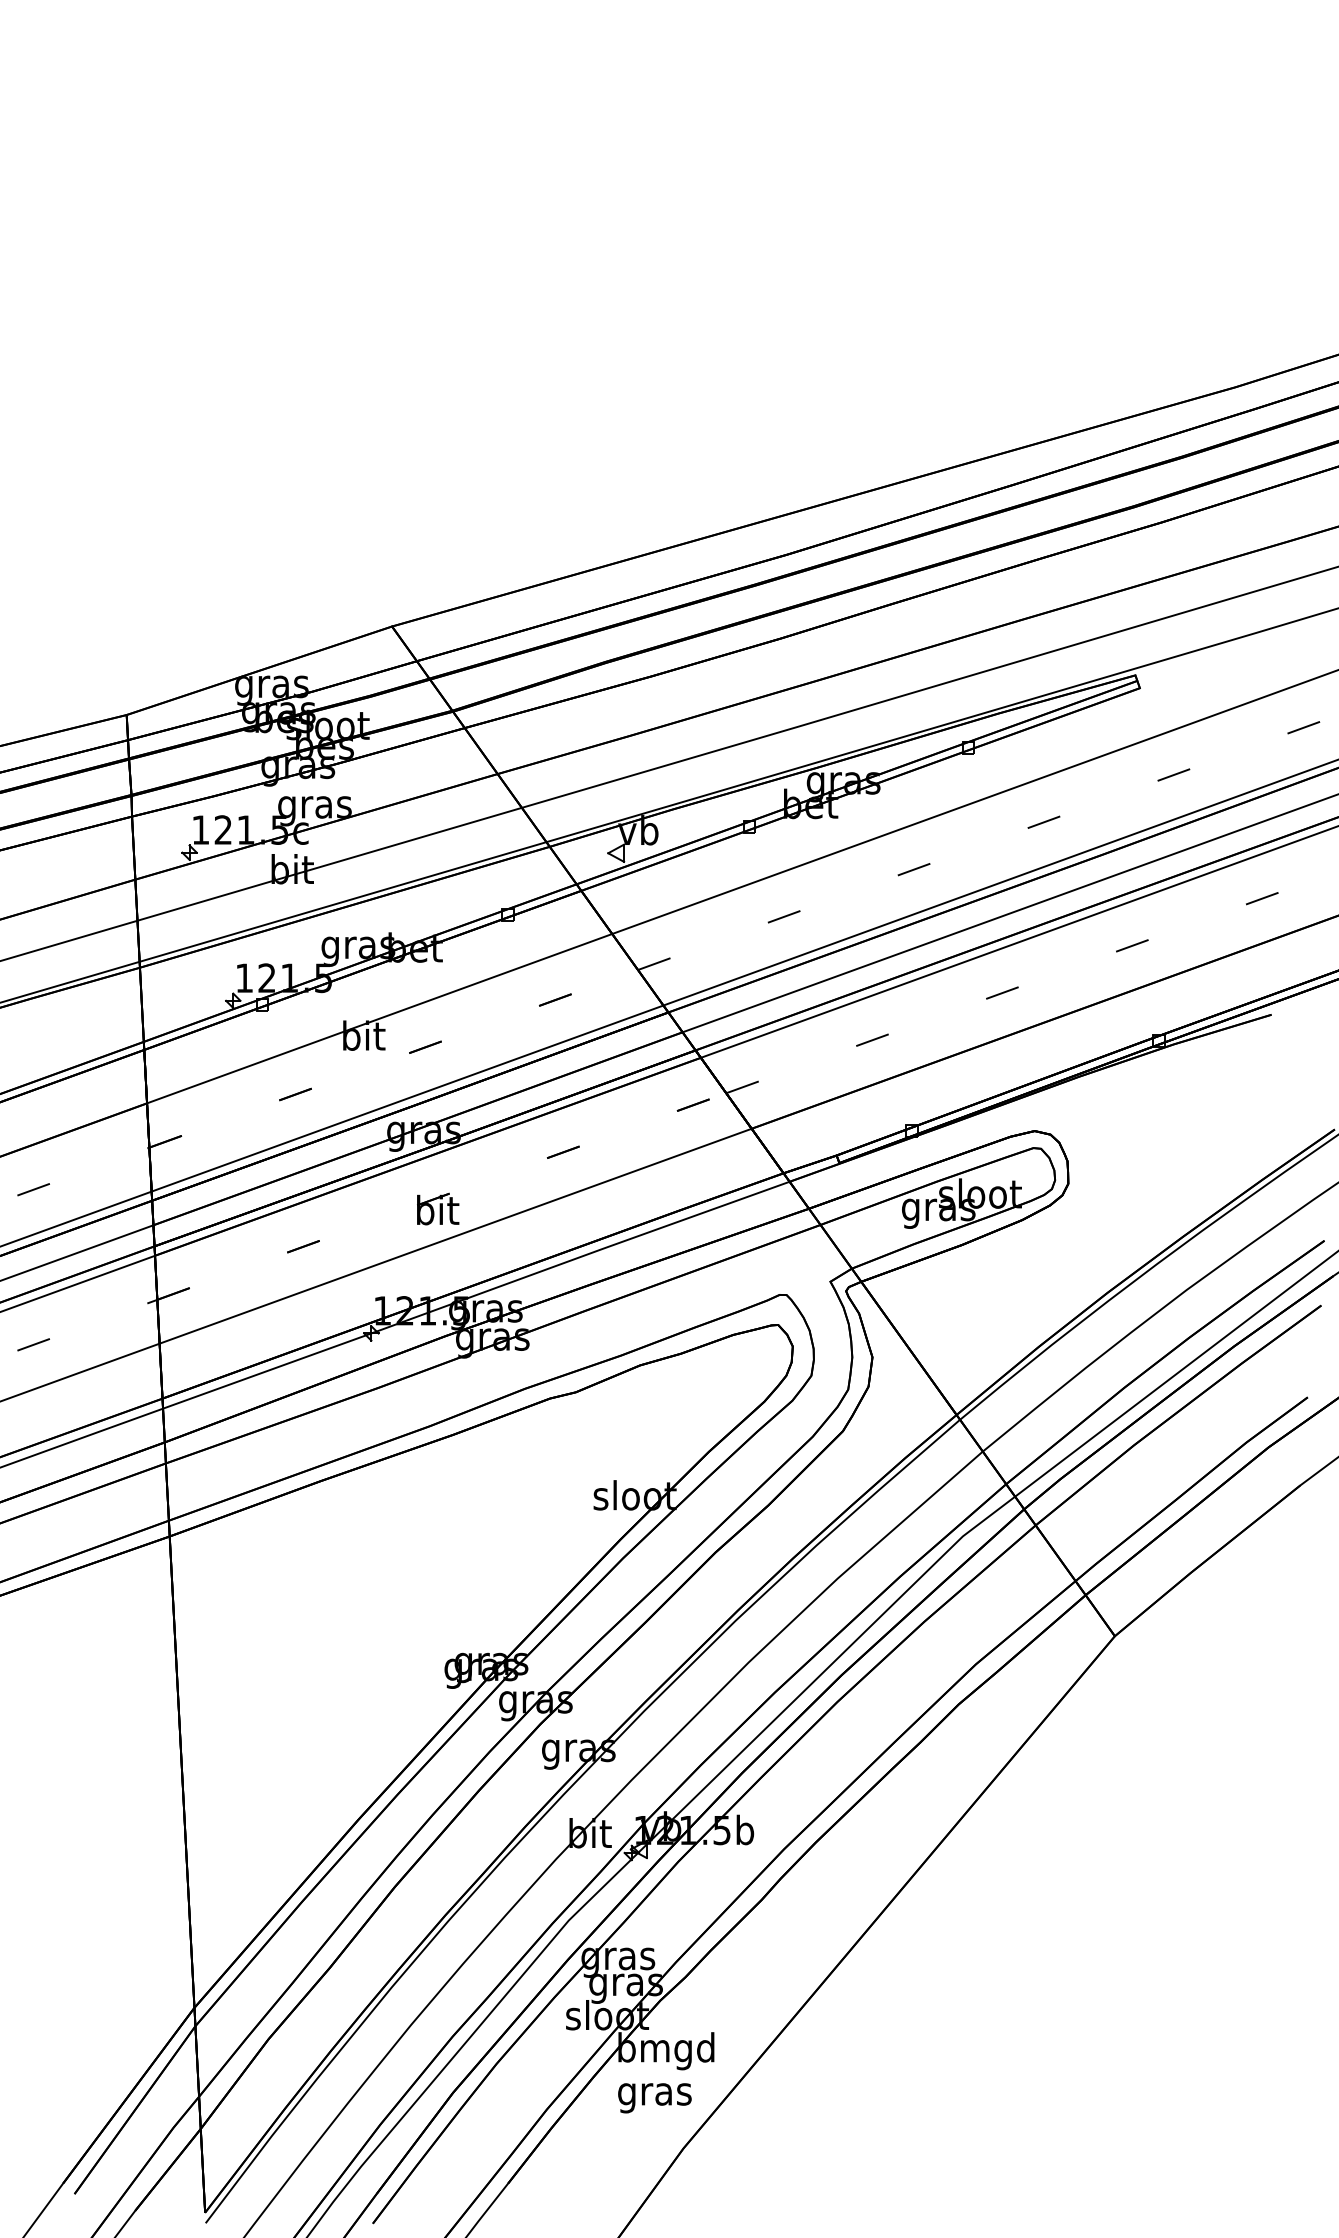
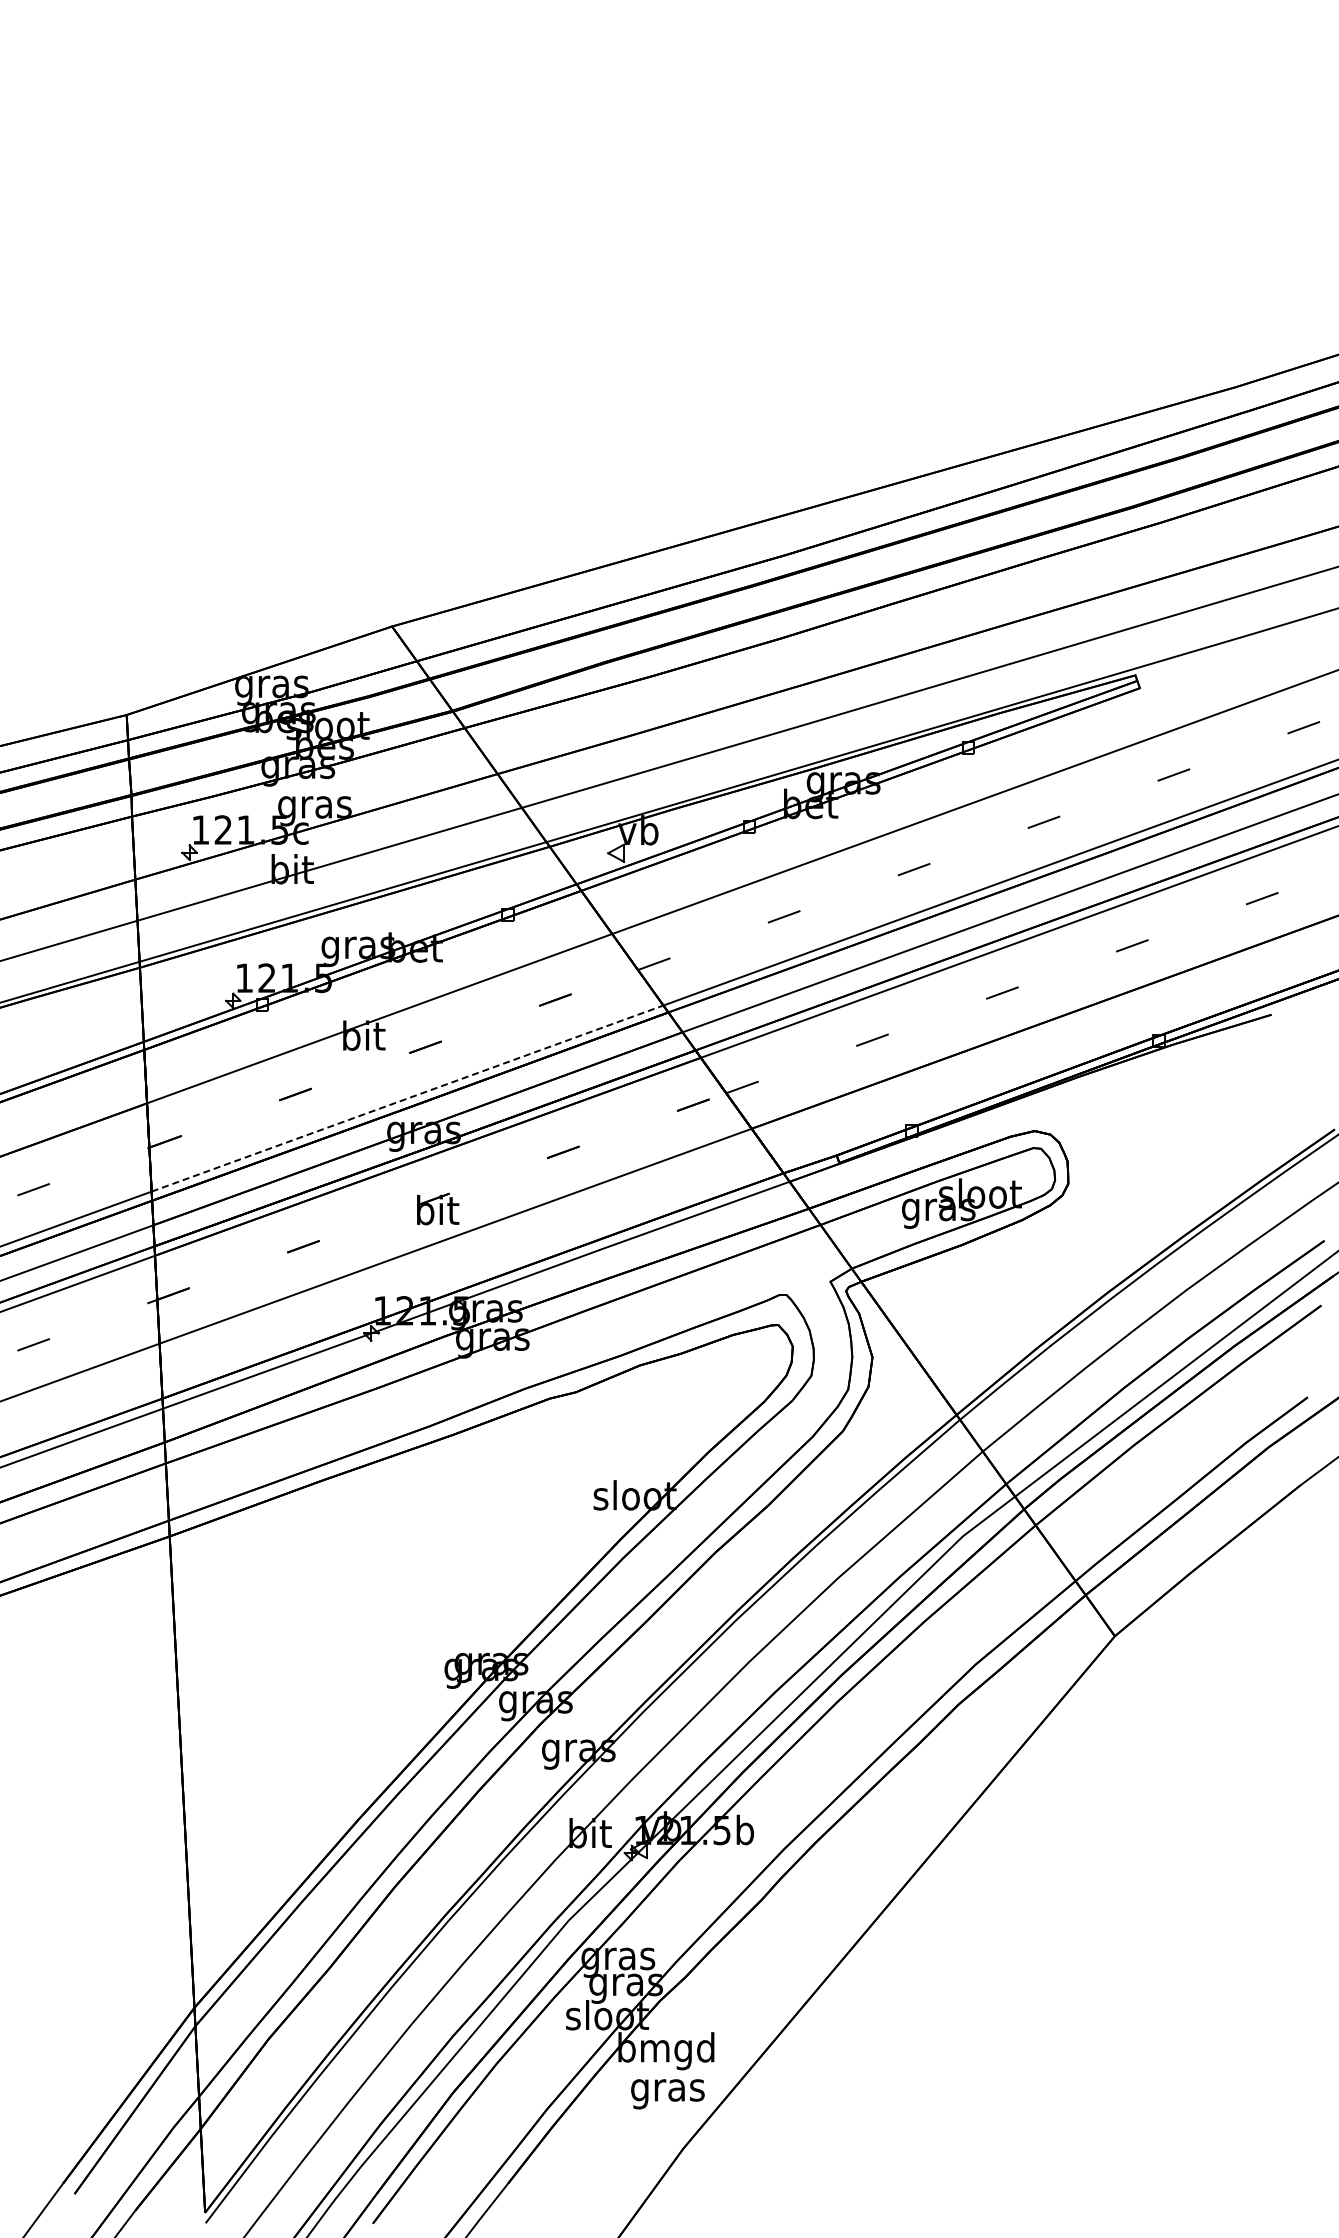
line at (408, 1098): solid -> dashed
text at (654, 2098) position: (654, 2098) -> (667, 2094)
